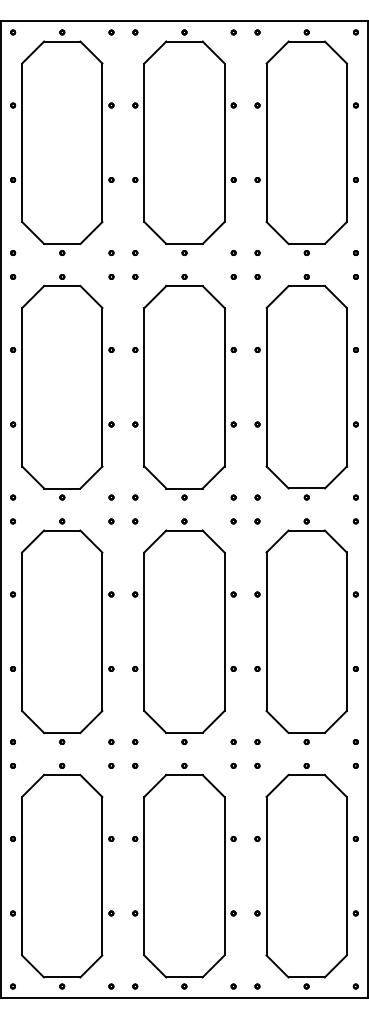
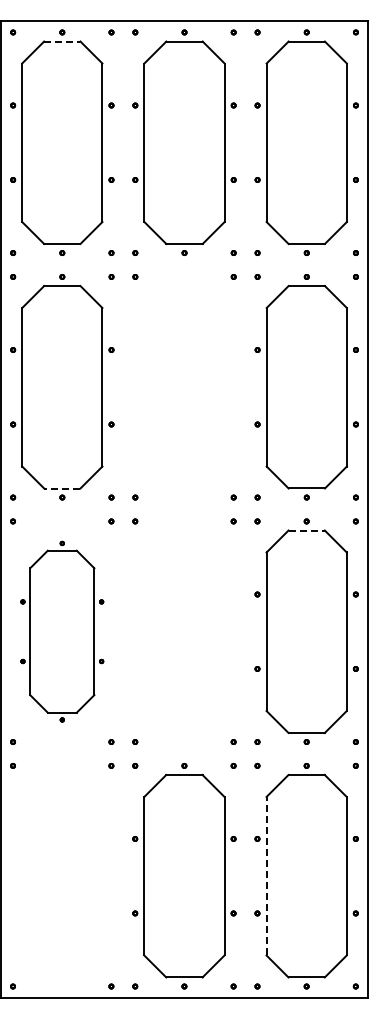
line at (62, 41): solid -> dashed
part at (184, 387): present -> none
line at (61, 488): solid -> dashed
line at (307, 530): solid -> dashed
part at (62, 631) size: 105x227 px -> 85x183 px
part at (184, 631): present -> none
line at (266, 875): solid -> dashed
part at (62, 876): present -> none
